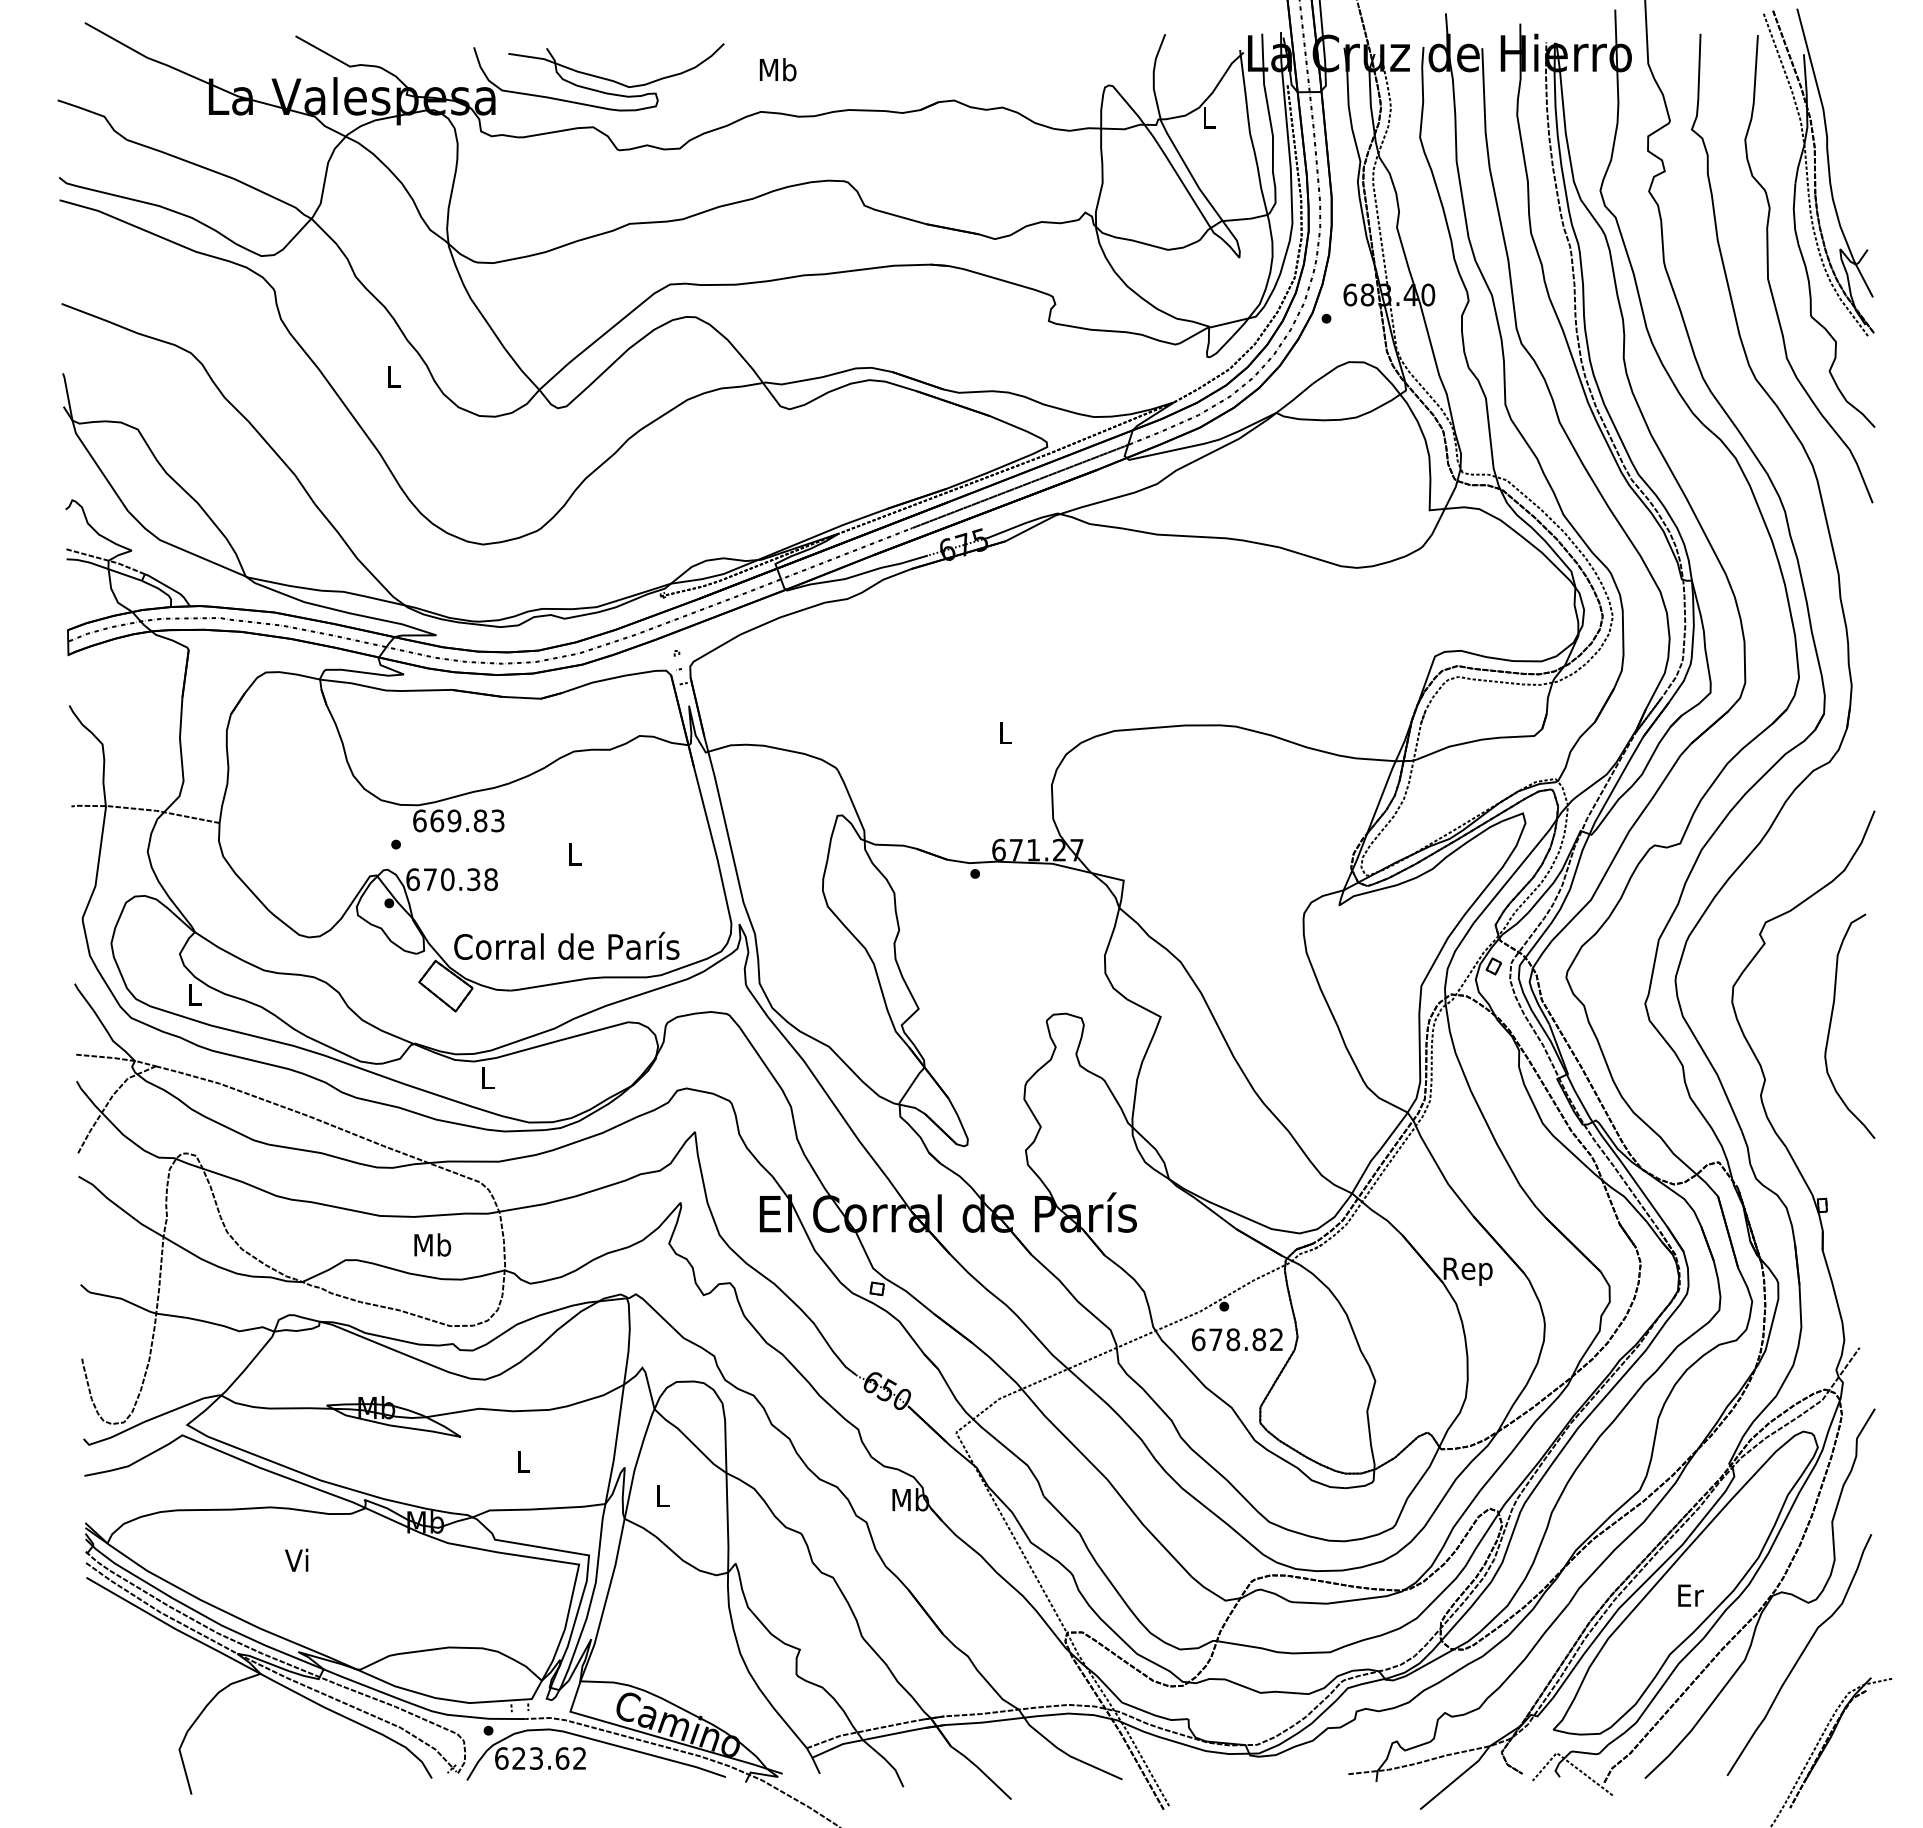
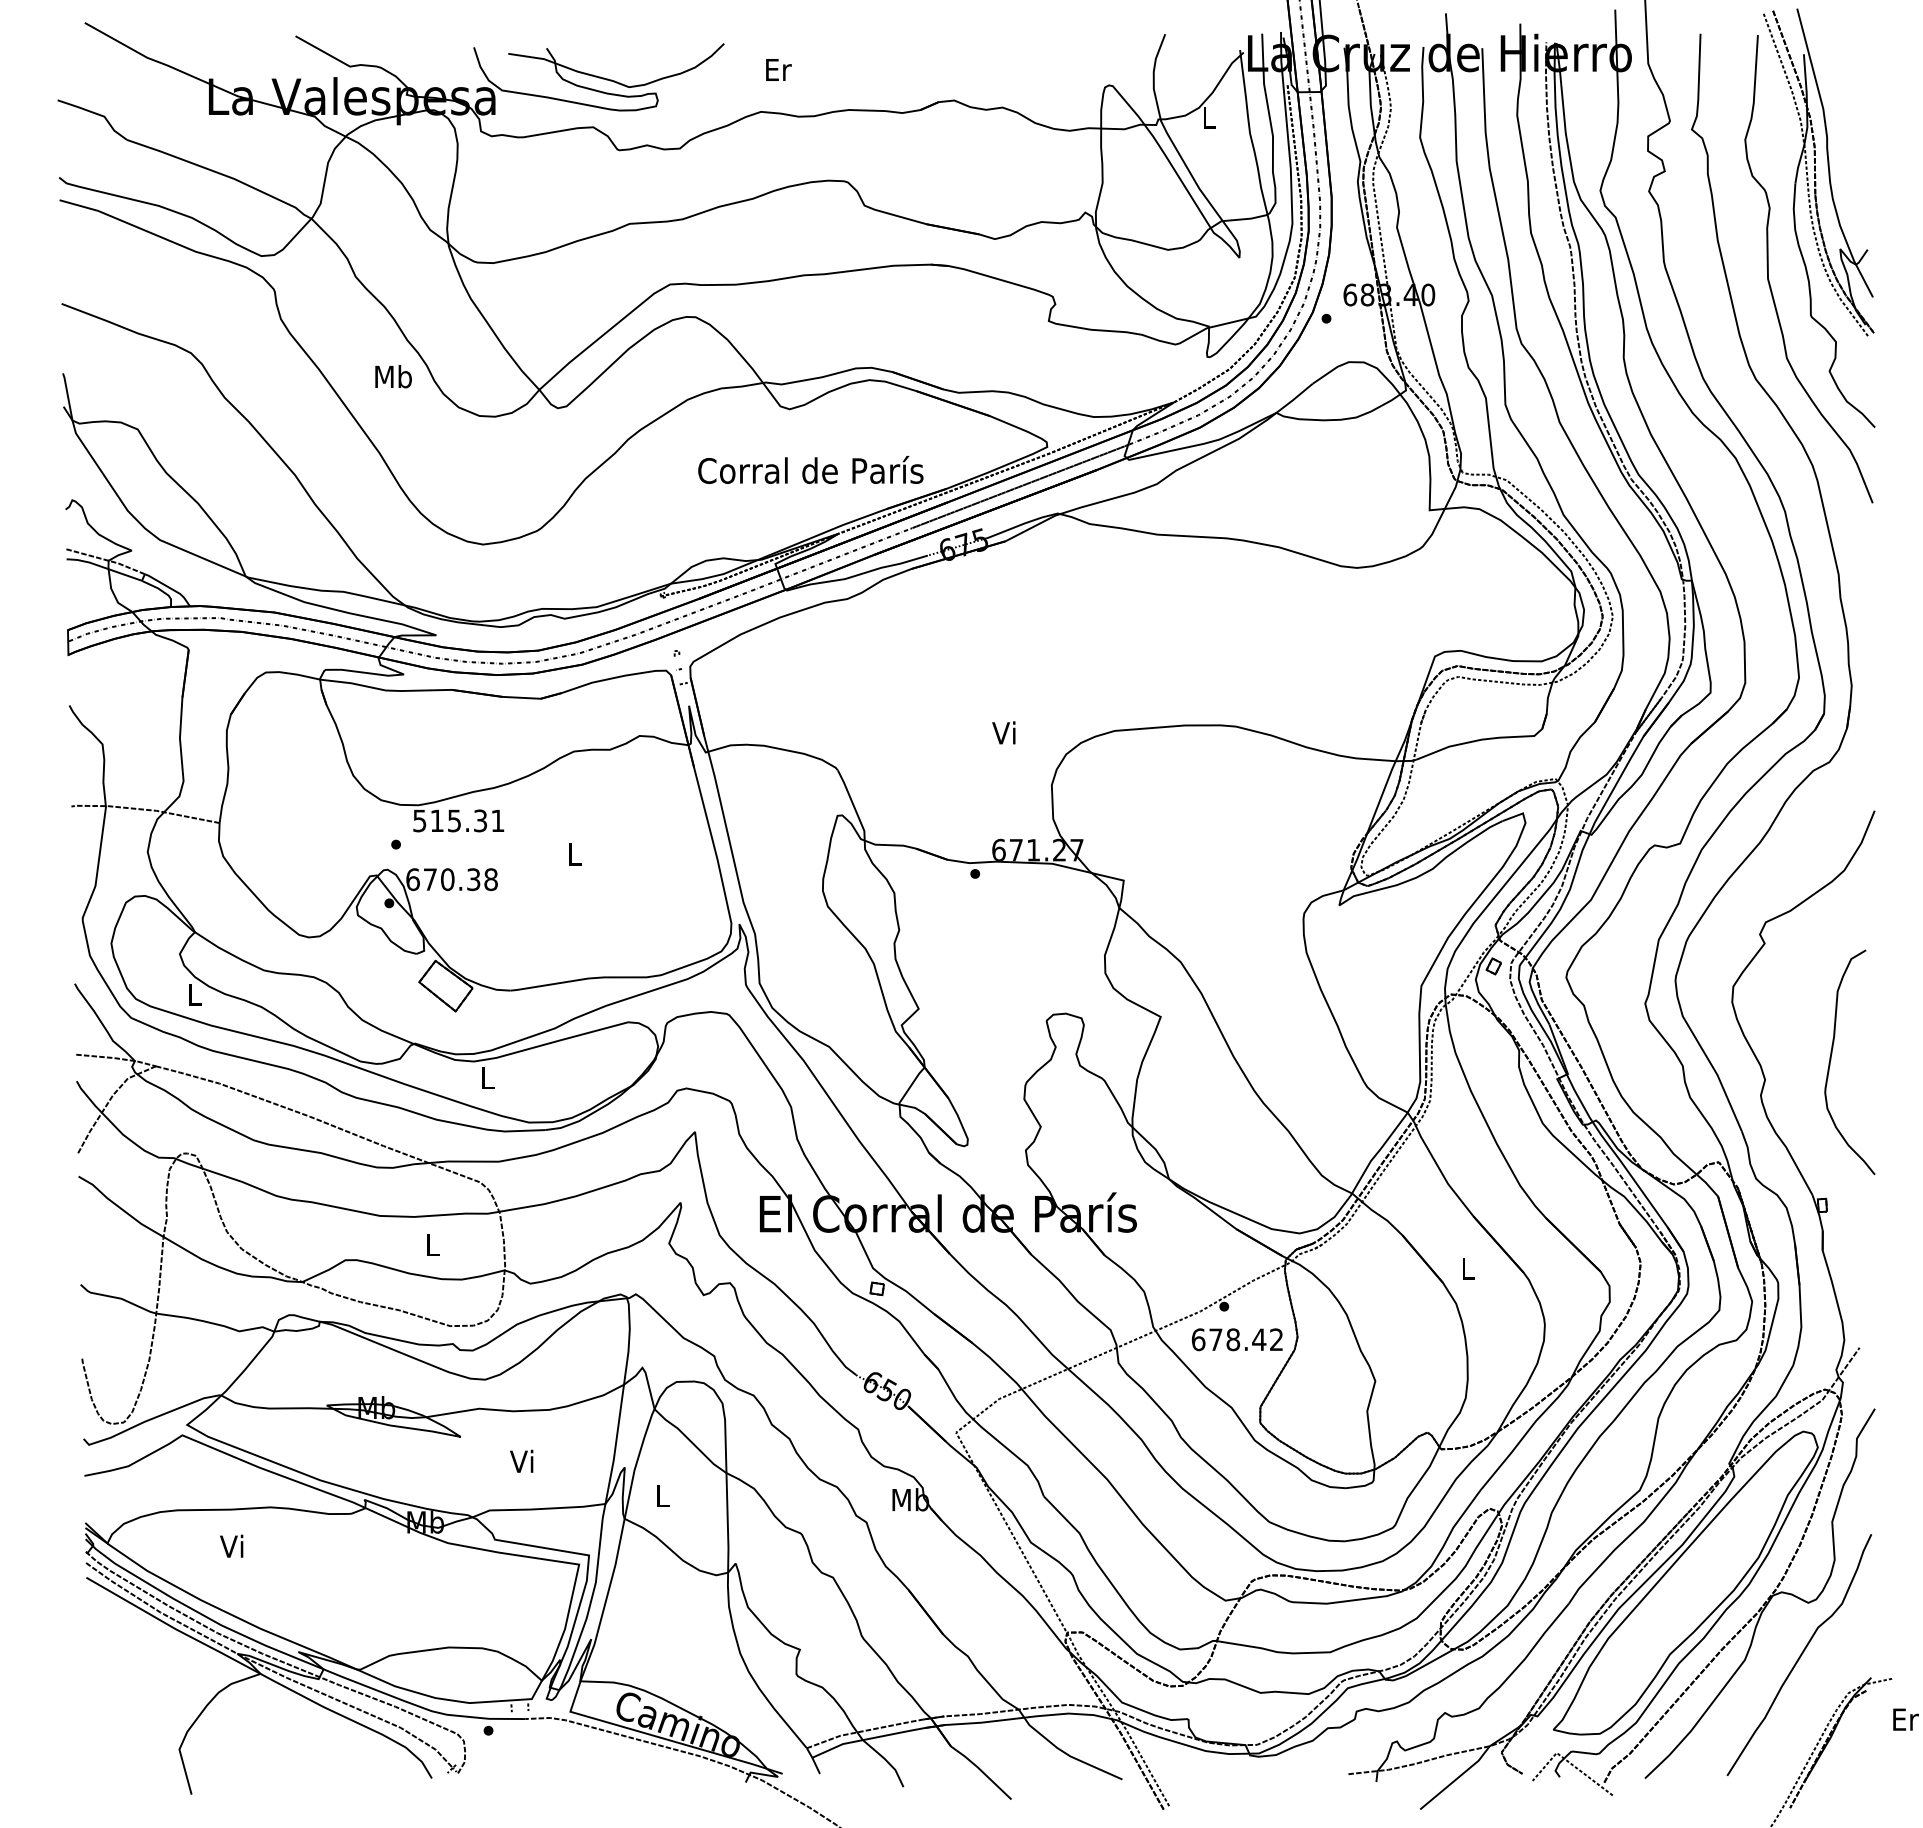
text at (777, 69): Mb -> Er
text at (393, 376): L -> Mb
text at (1003, 732): L -> Vi
text at (458, 820): 669.83 -> 515.31
text at (566, 945) position: (566, 945) -> (810, 469)
curve at (1831, 1024) position: (1831, 1024) -> (1831, 1060)
text at (432, 1244): Mb -> L
text at (1467, 1271): Rep -> L
text at (1259, 1339): 678.82 -> 678.42
text at (521, 1460): L -> Vi
text at (296, 1559) position: (296, 1559) -> (231, 1545)
text at (1690, 1595) position: (1690, 1595) -> (1905, 1719)
part at (585, 1754): present -> none
